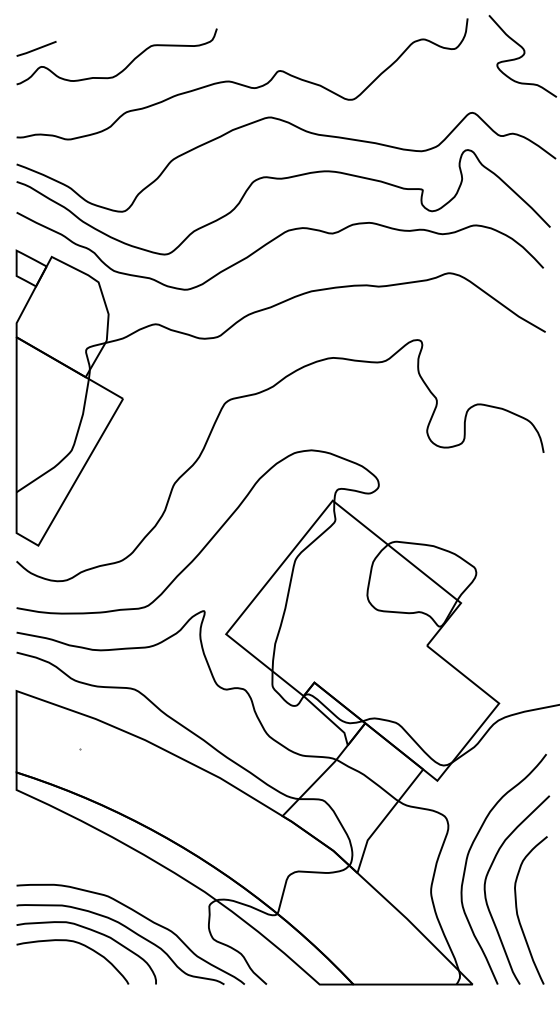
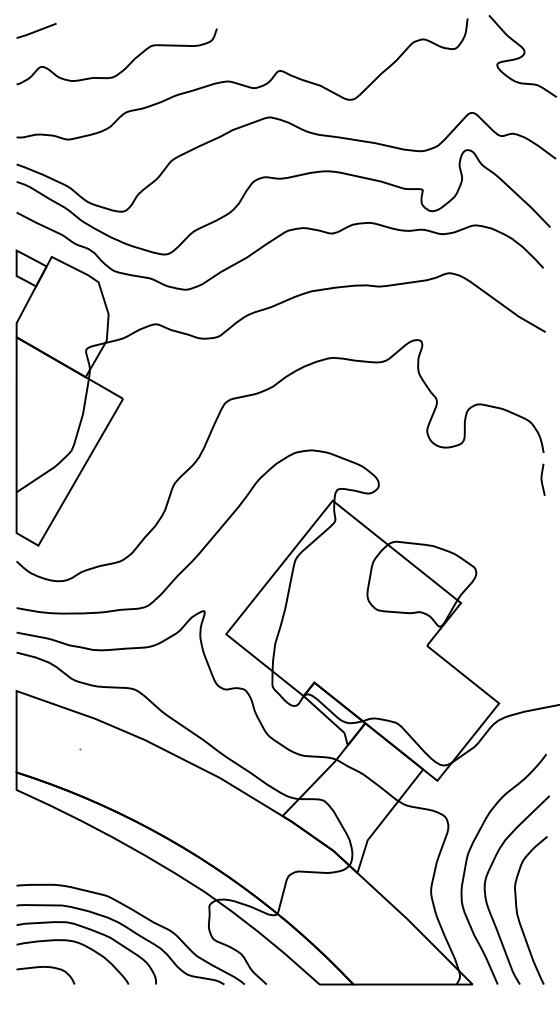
line at (36, 48) position: (36, 48) -> (36, 30)
line at (542, 479): none -> present
curve at (45, 967): none -> present
